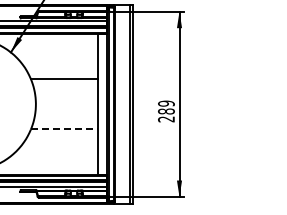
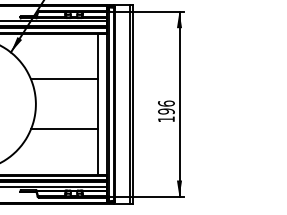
text at (166, 111): 289 -> 196
line at (64, 129): dashed -> solid
